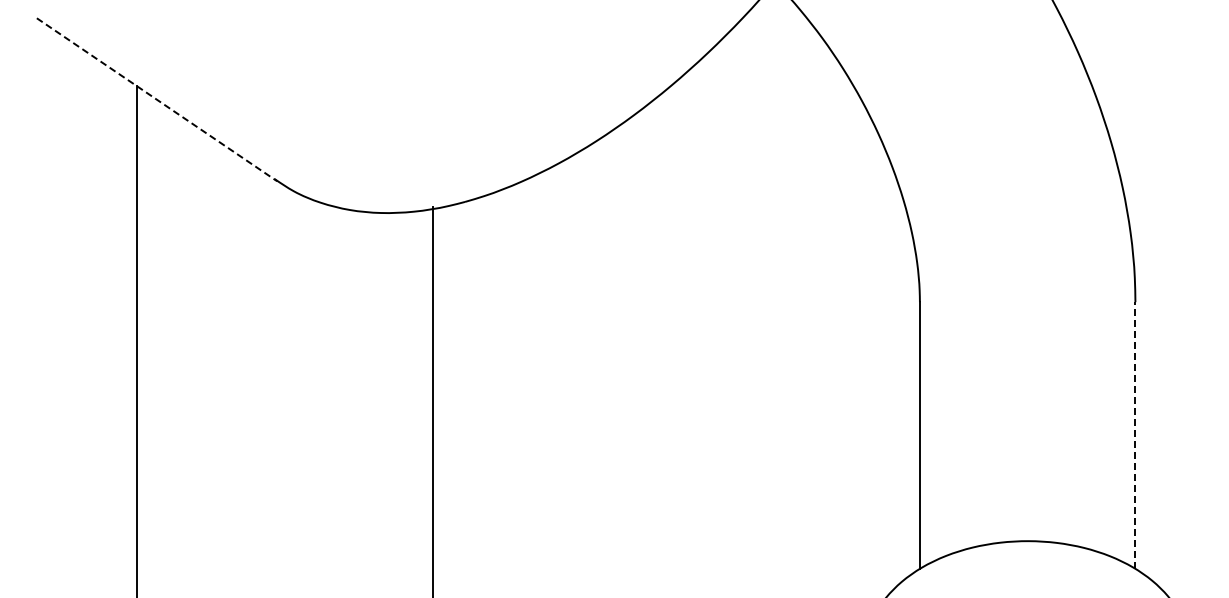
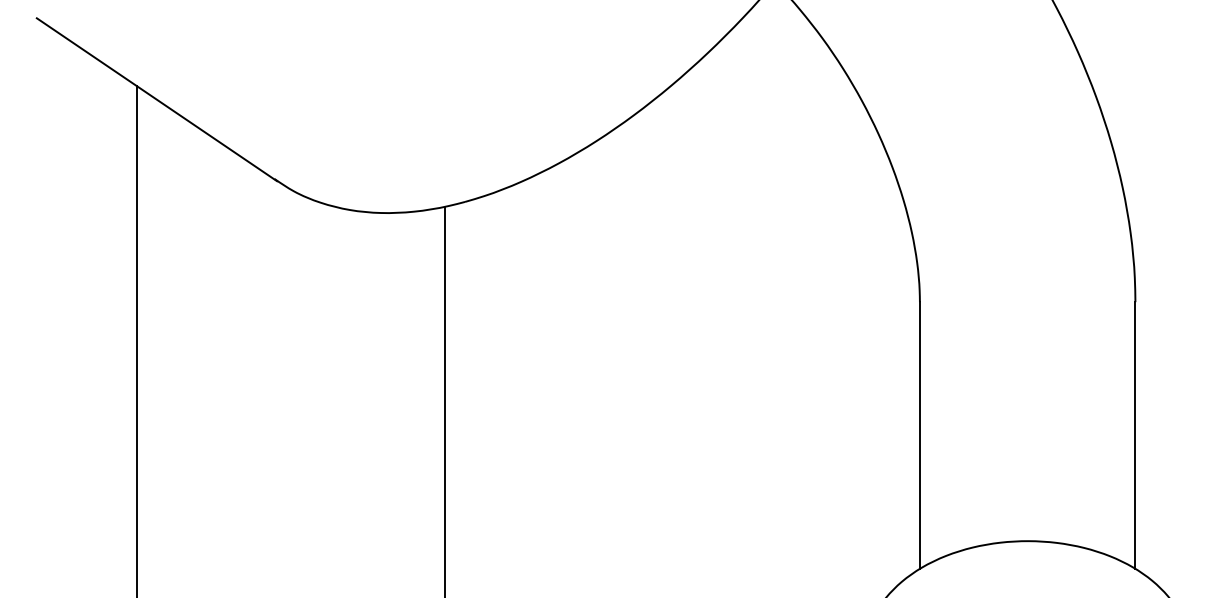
line at (157, 100): dashed -> solid
line at (433, 400) position: (433, 400) -> (445, 400)
line at (1135, 435): dashed -> solid
